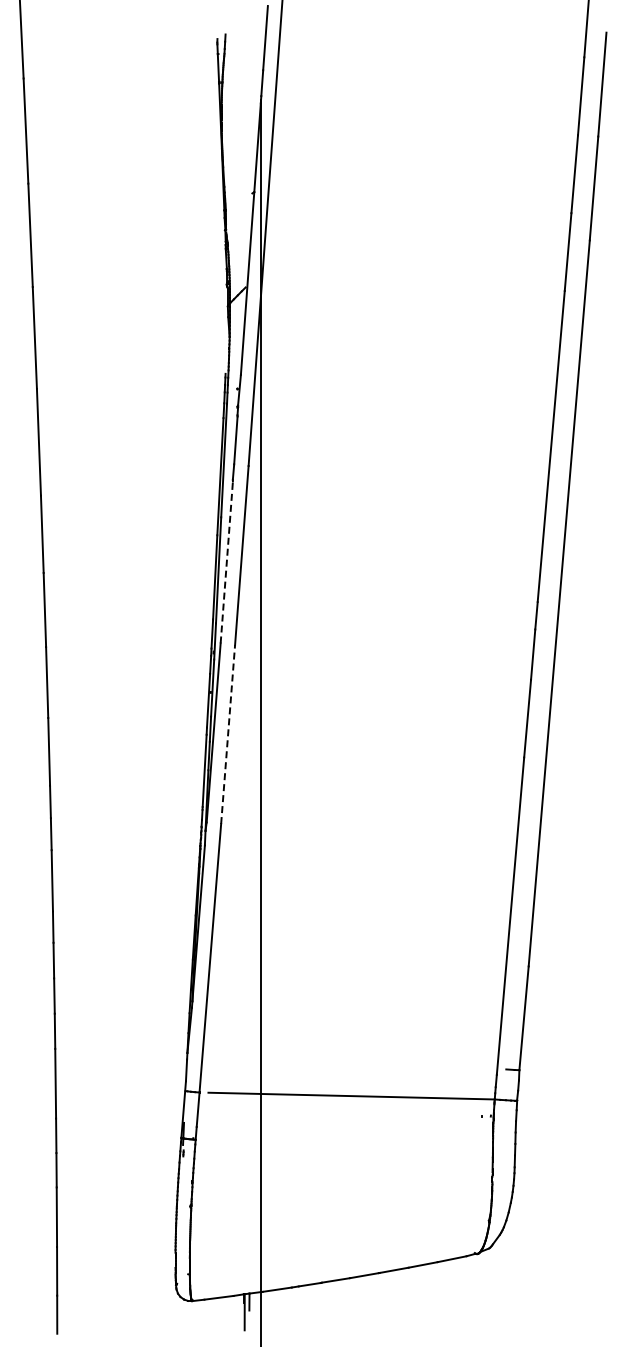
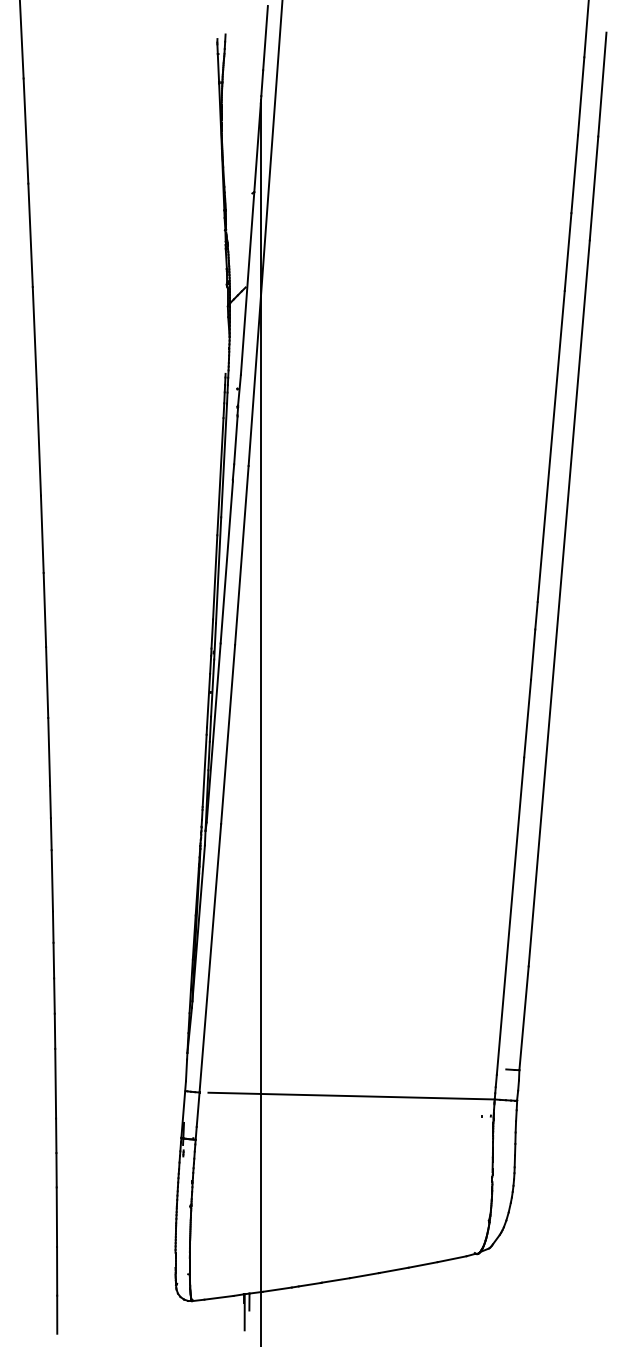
line at (226, 562): dashed -> solid
line at (228, 734): dashed -> solid
